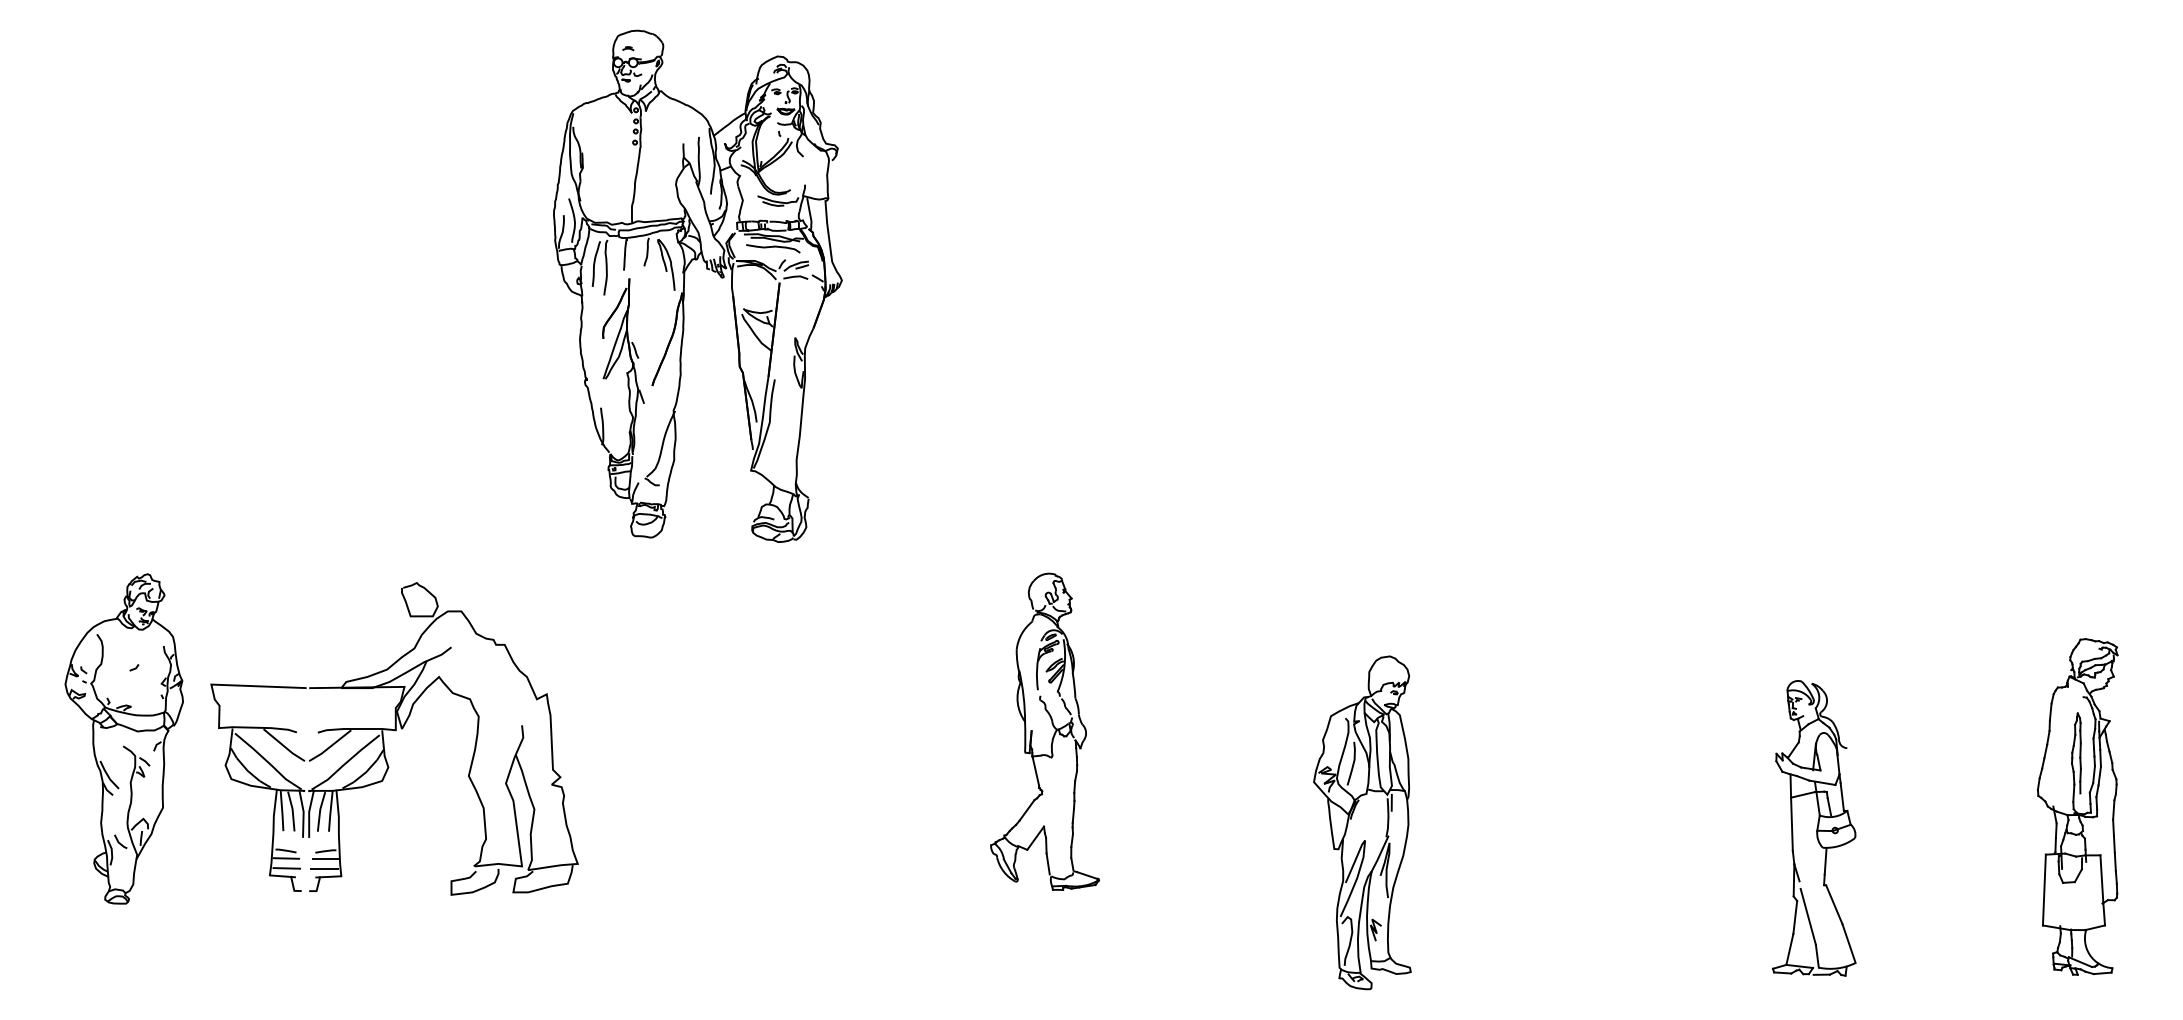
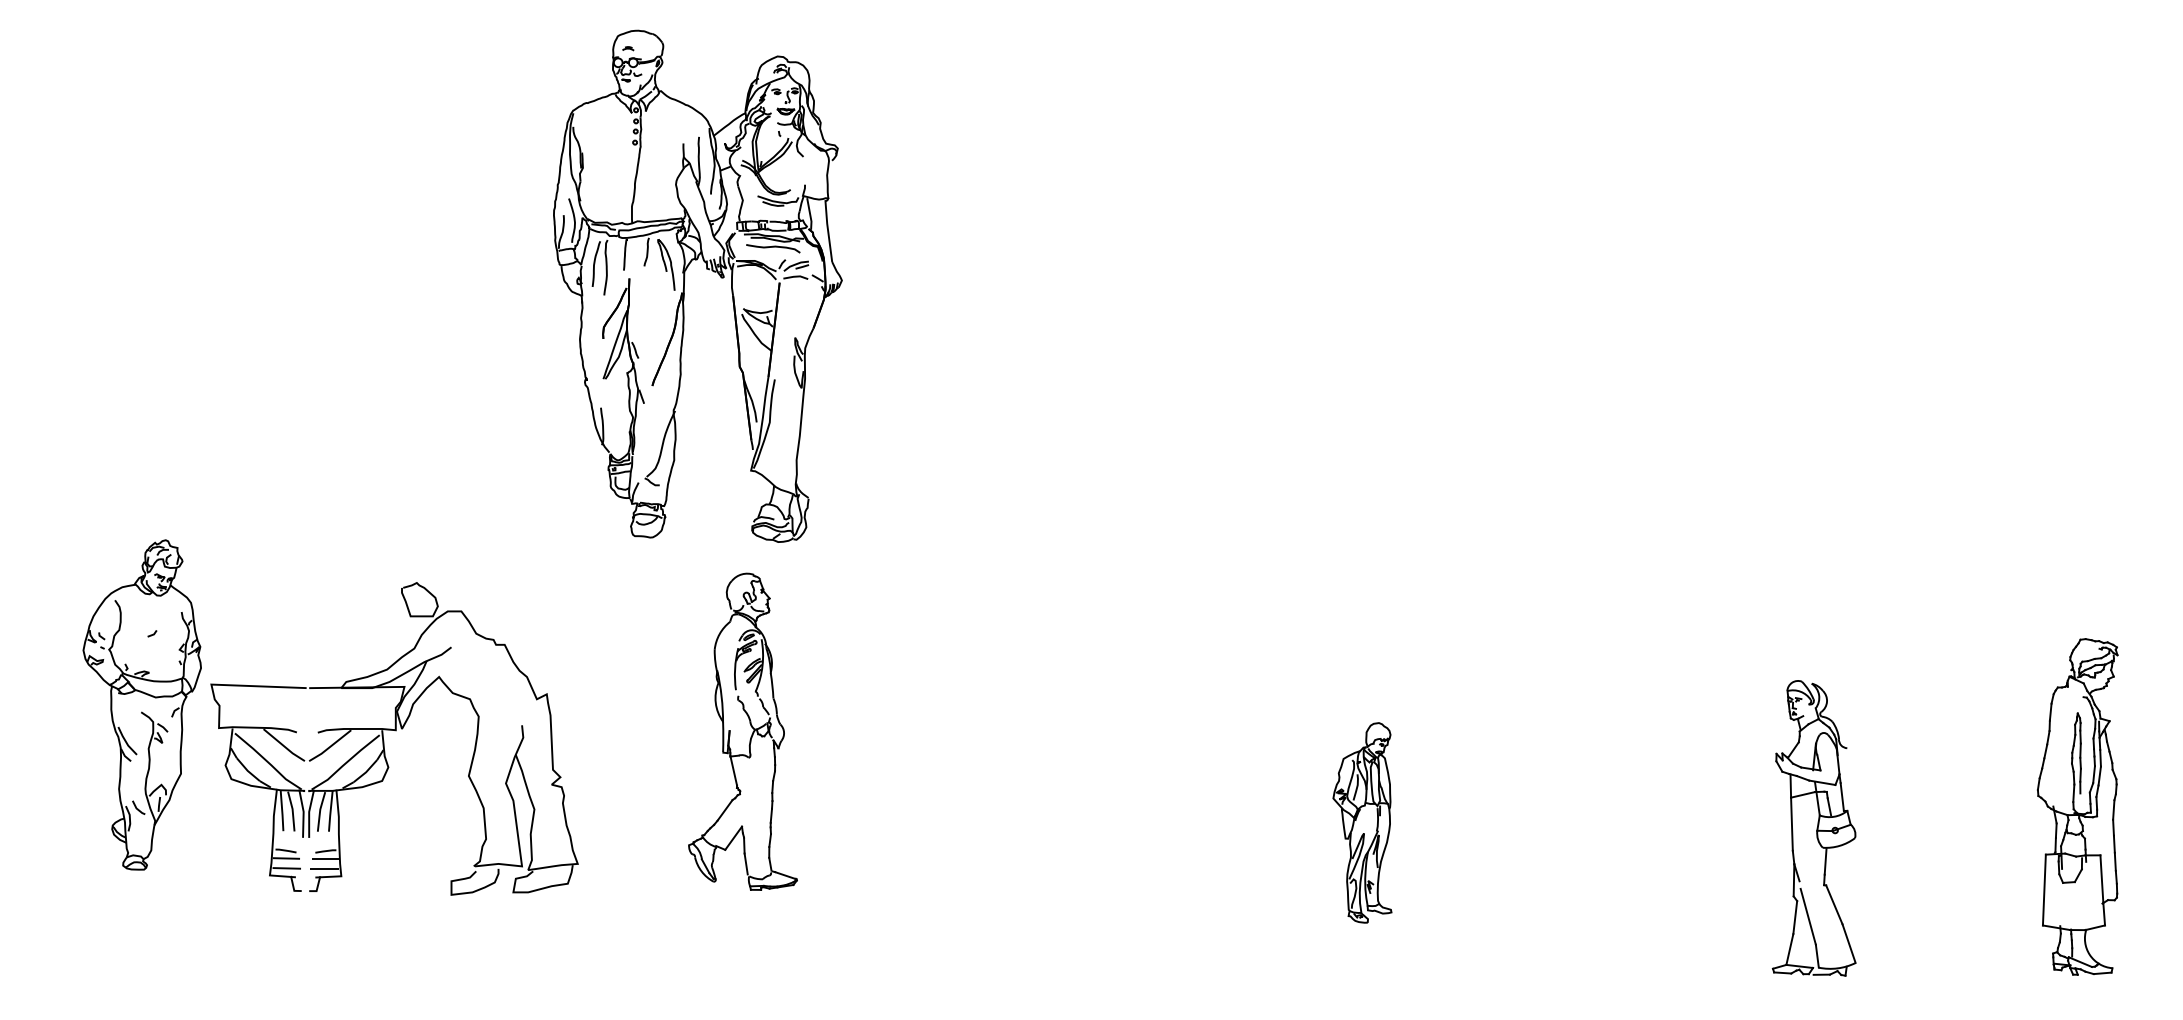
part at (1044, 731) position: (1044, 731) -> (742, 731)
part at (123, 738) position: (123, 738) -> (141, 704)
part at (1362, 822) size: 99x336 px -> 61x202 px
